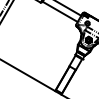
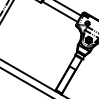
line at (25, 82): none -> present
